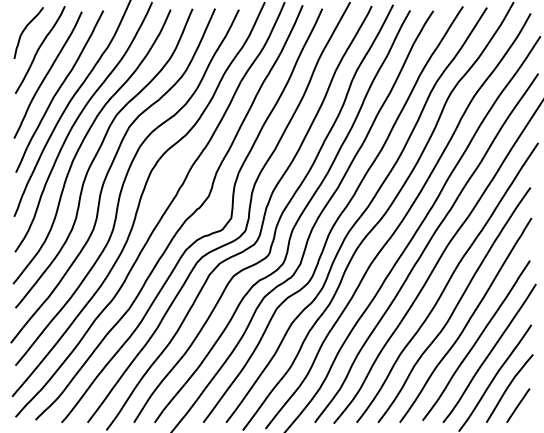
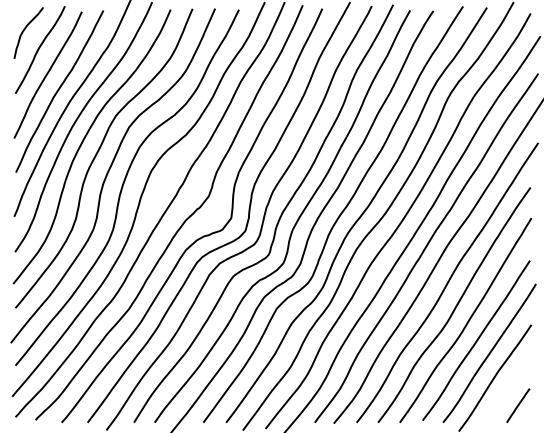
curve at (508, 388): present -> none
